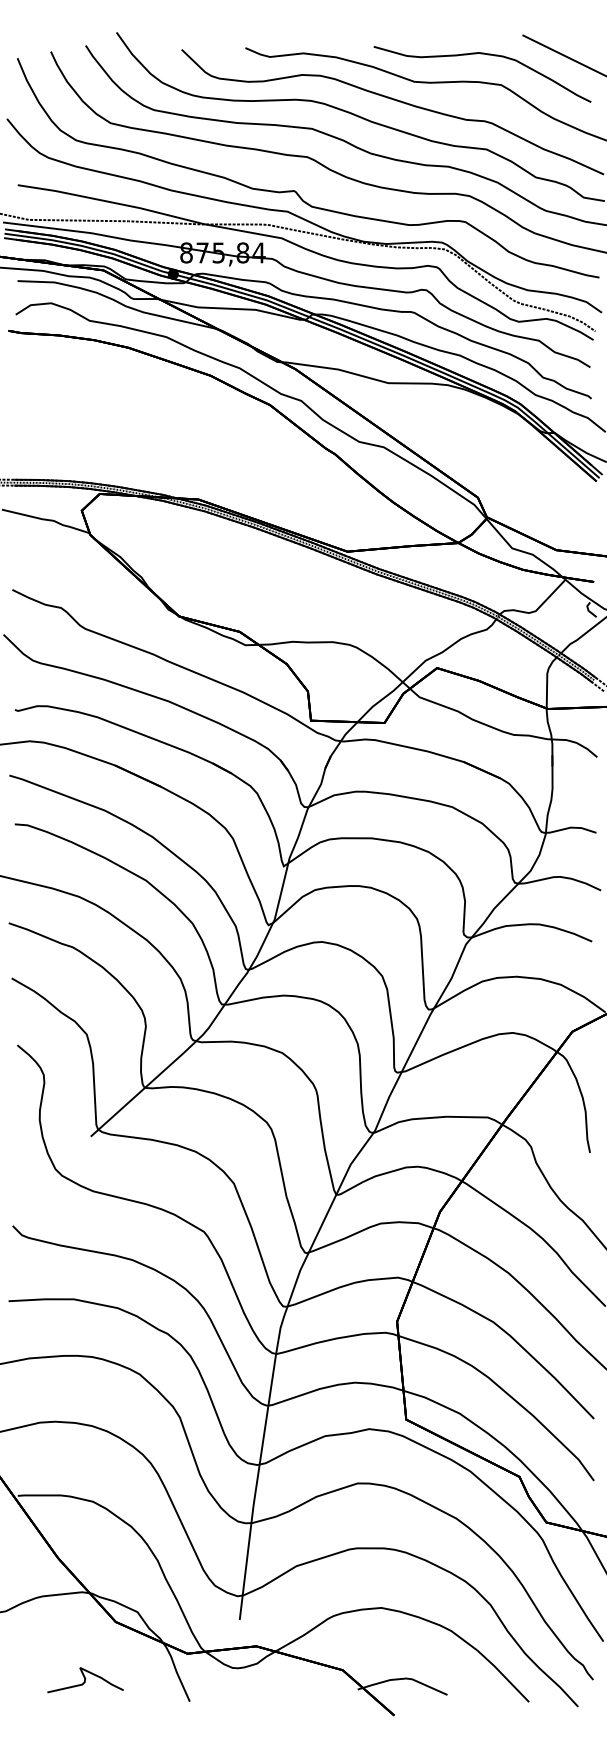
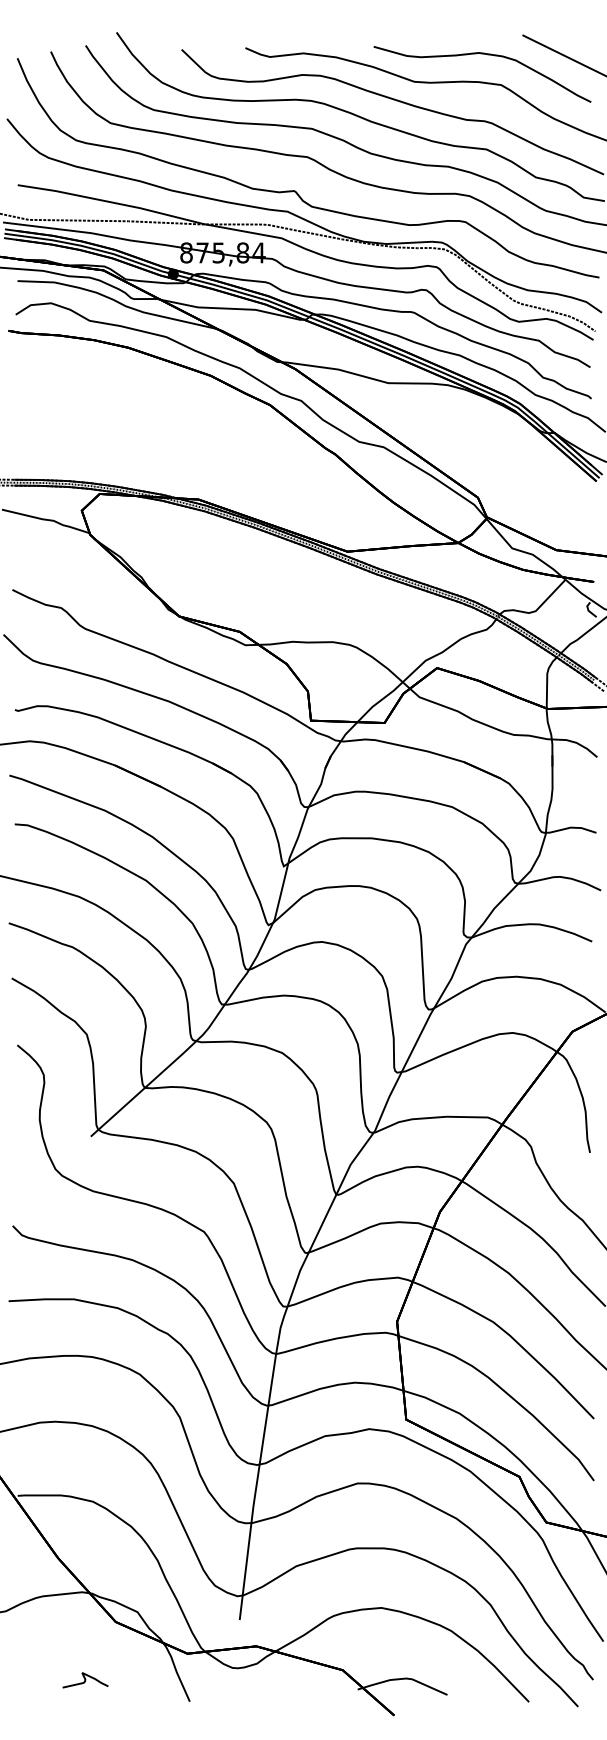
part at (85, 1680) size: 77x27 px -> 47x17 px
